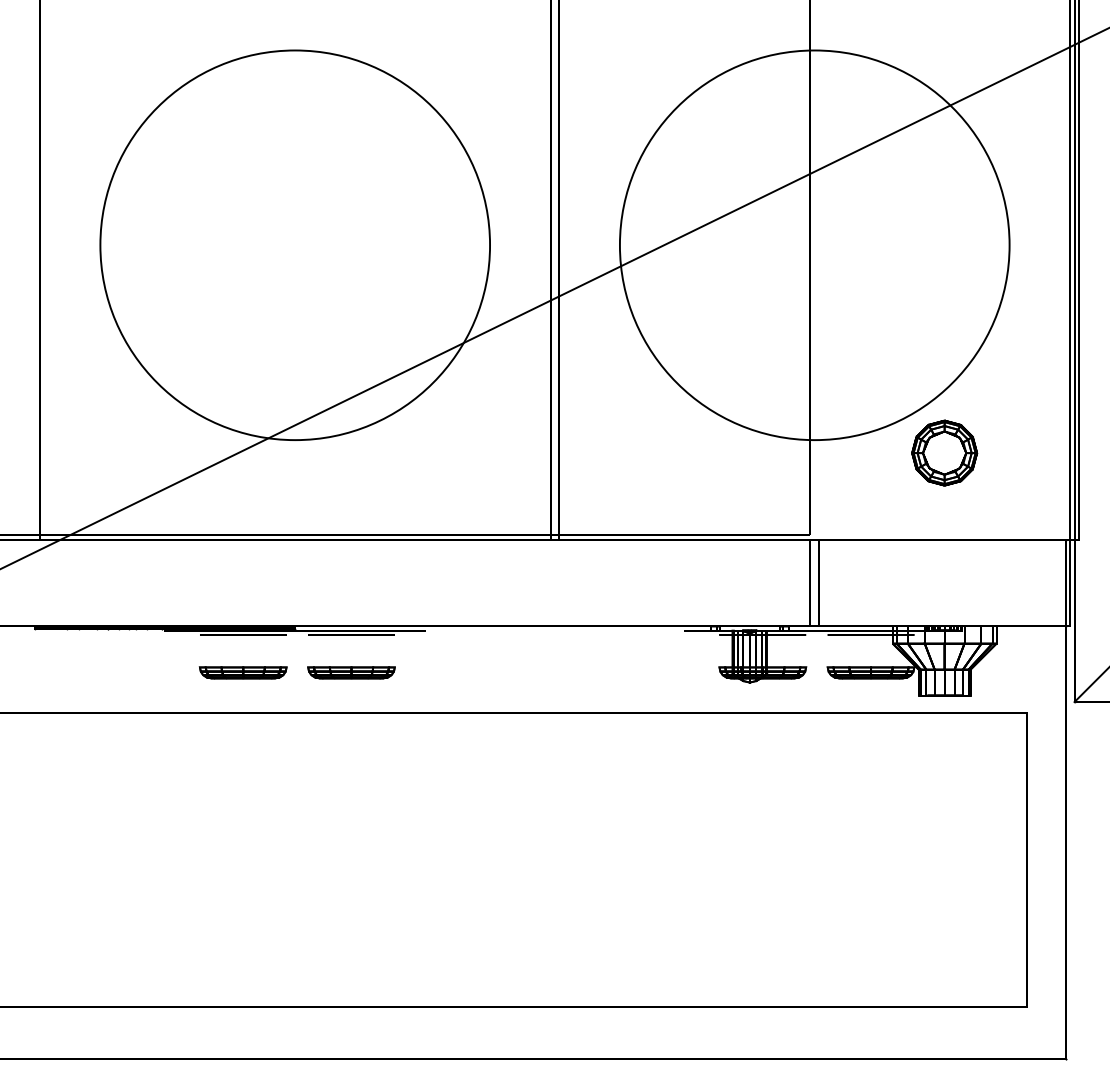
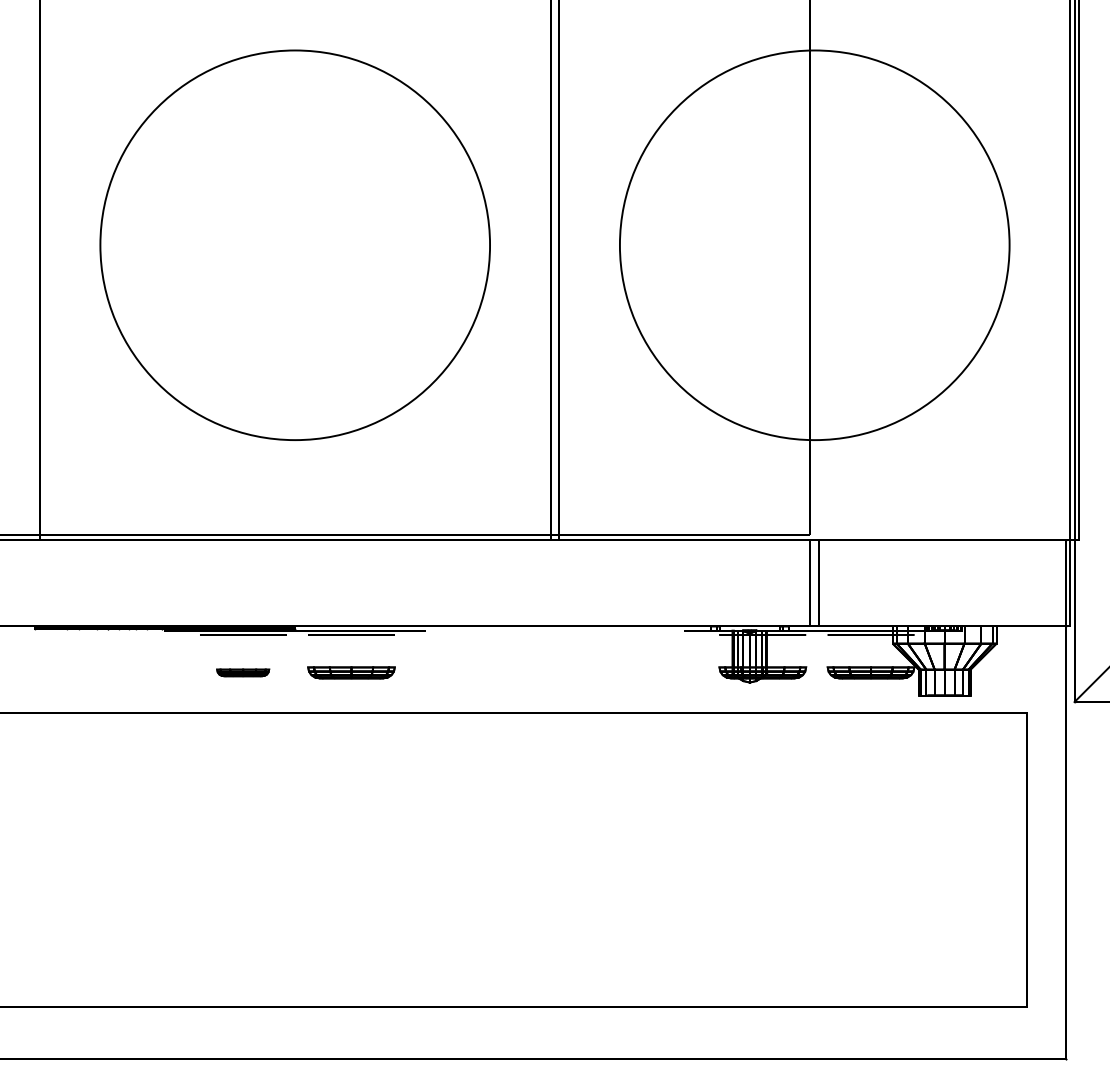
line at (554, 298): present -> none
part at (944, 452): present -> none
part at (242, 672) size: 90x14 px -> 55x10 px
